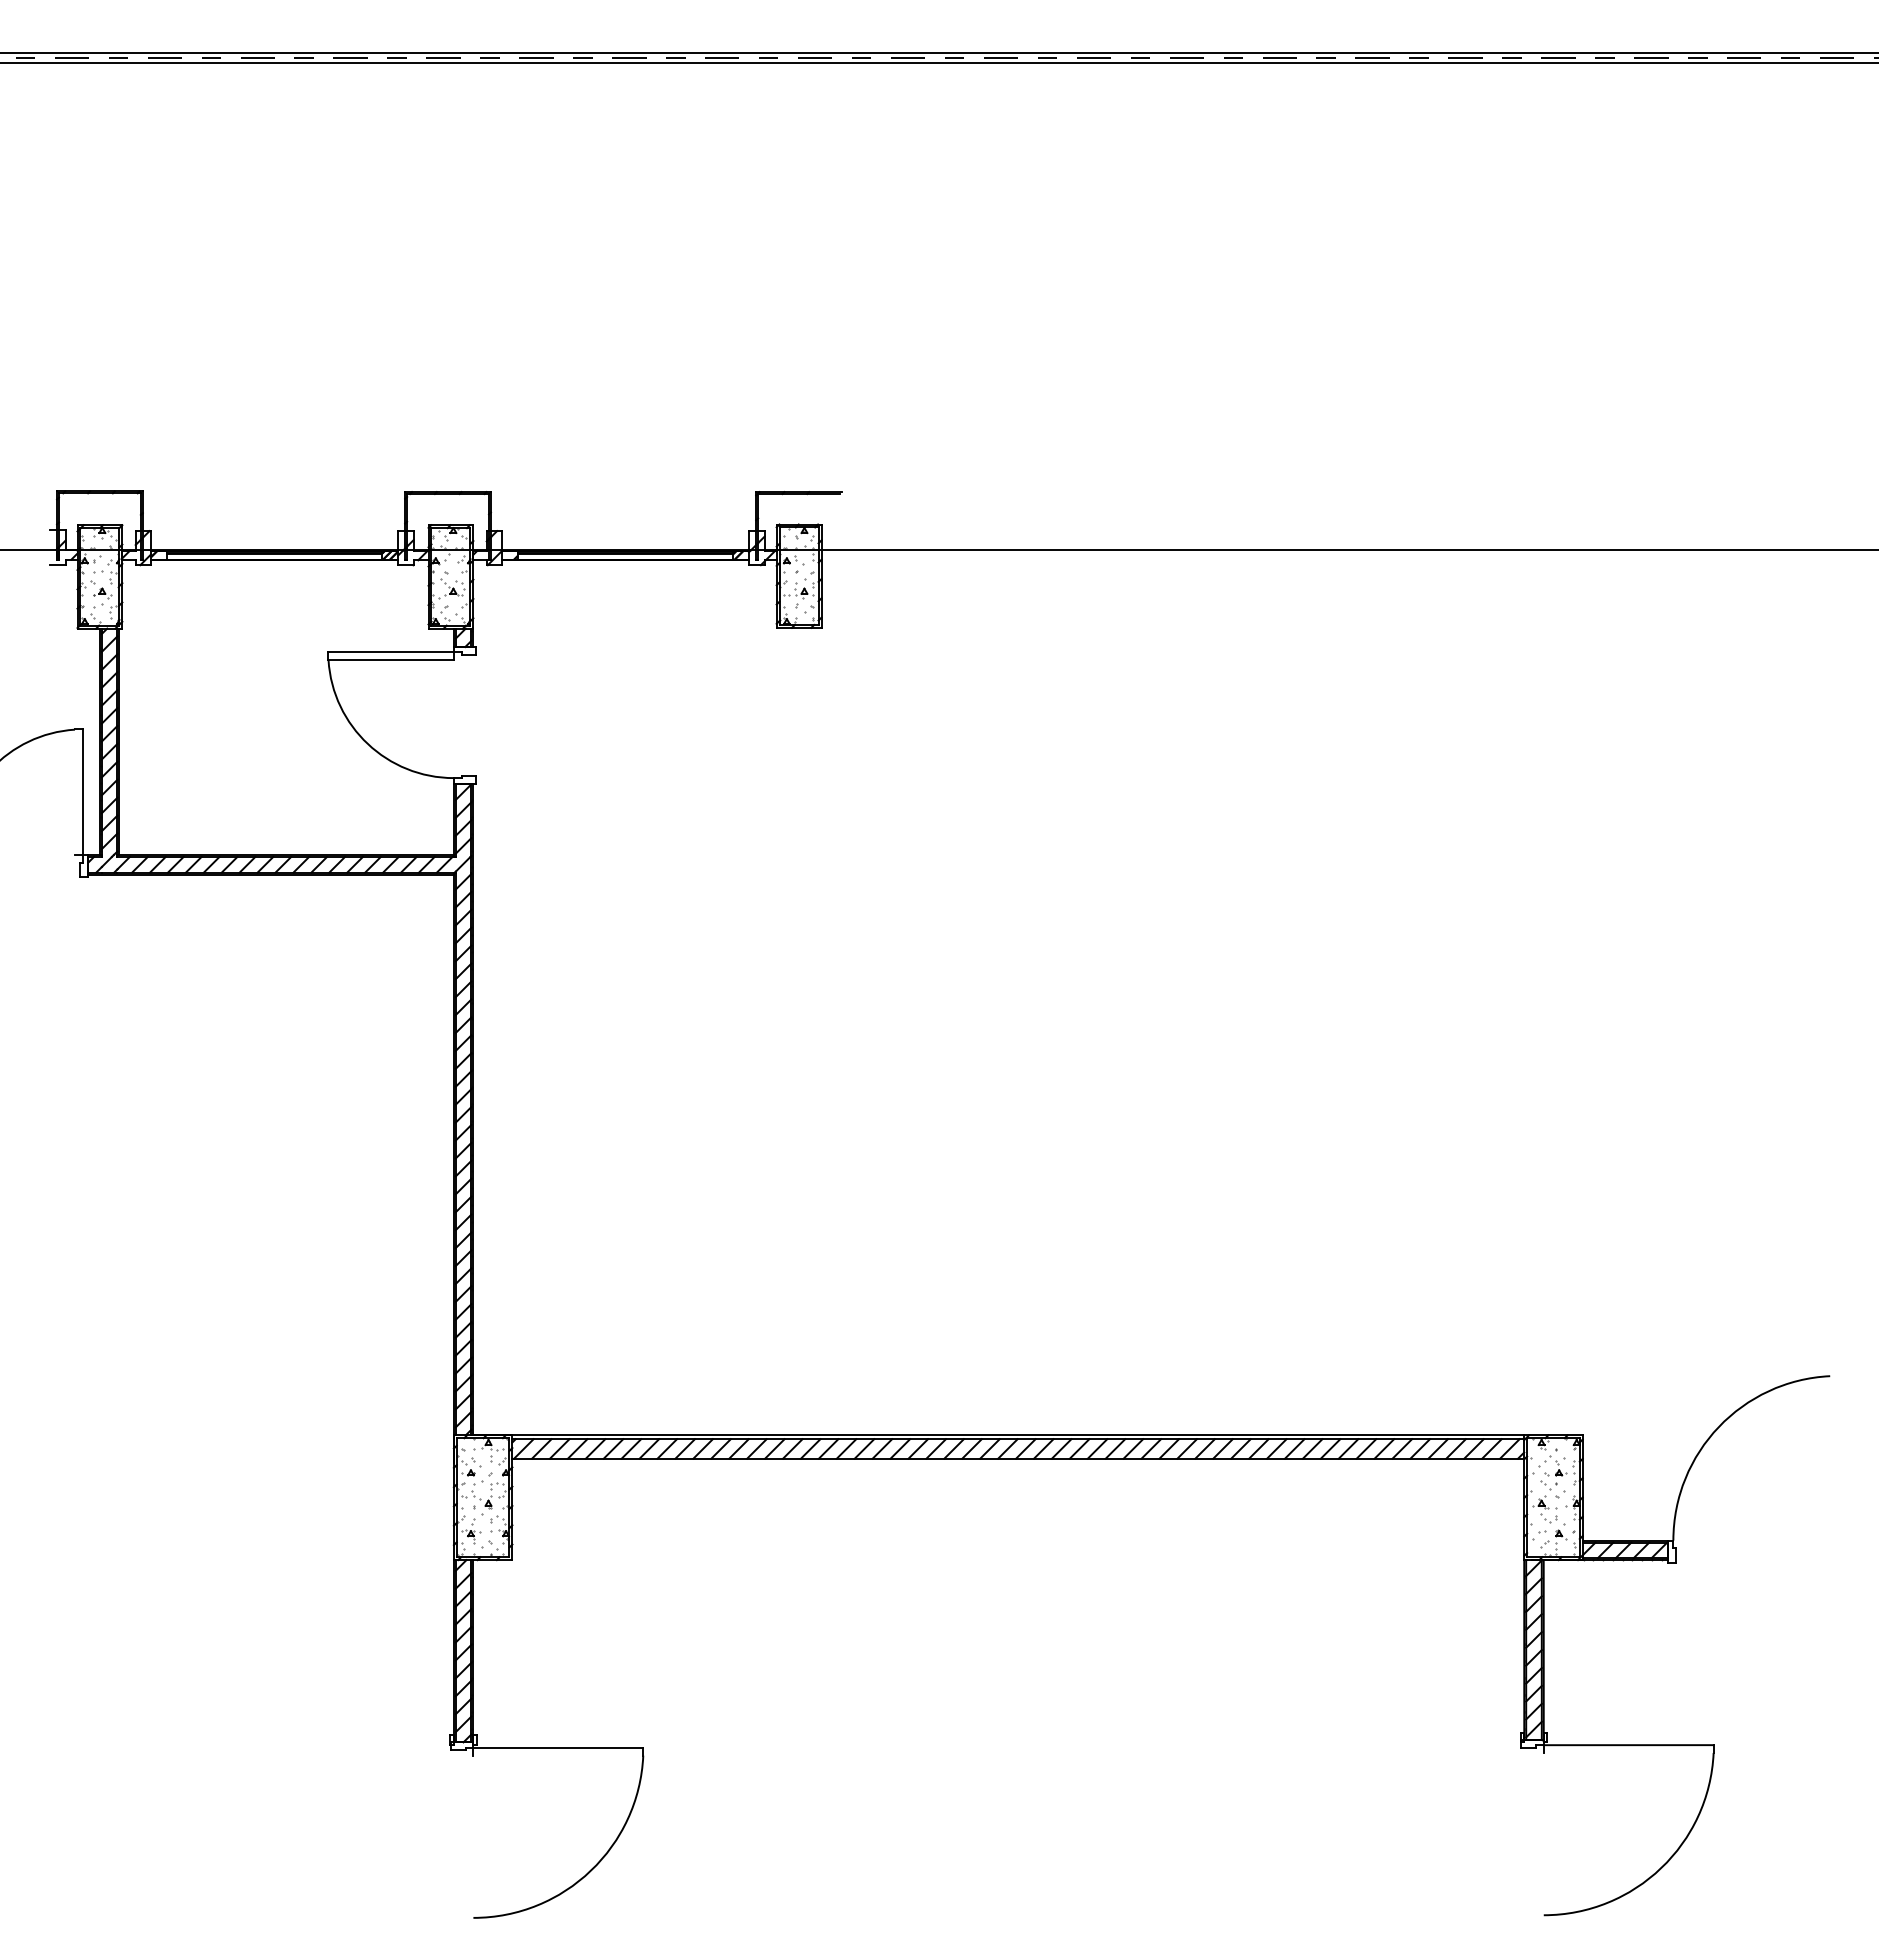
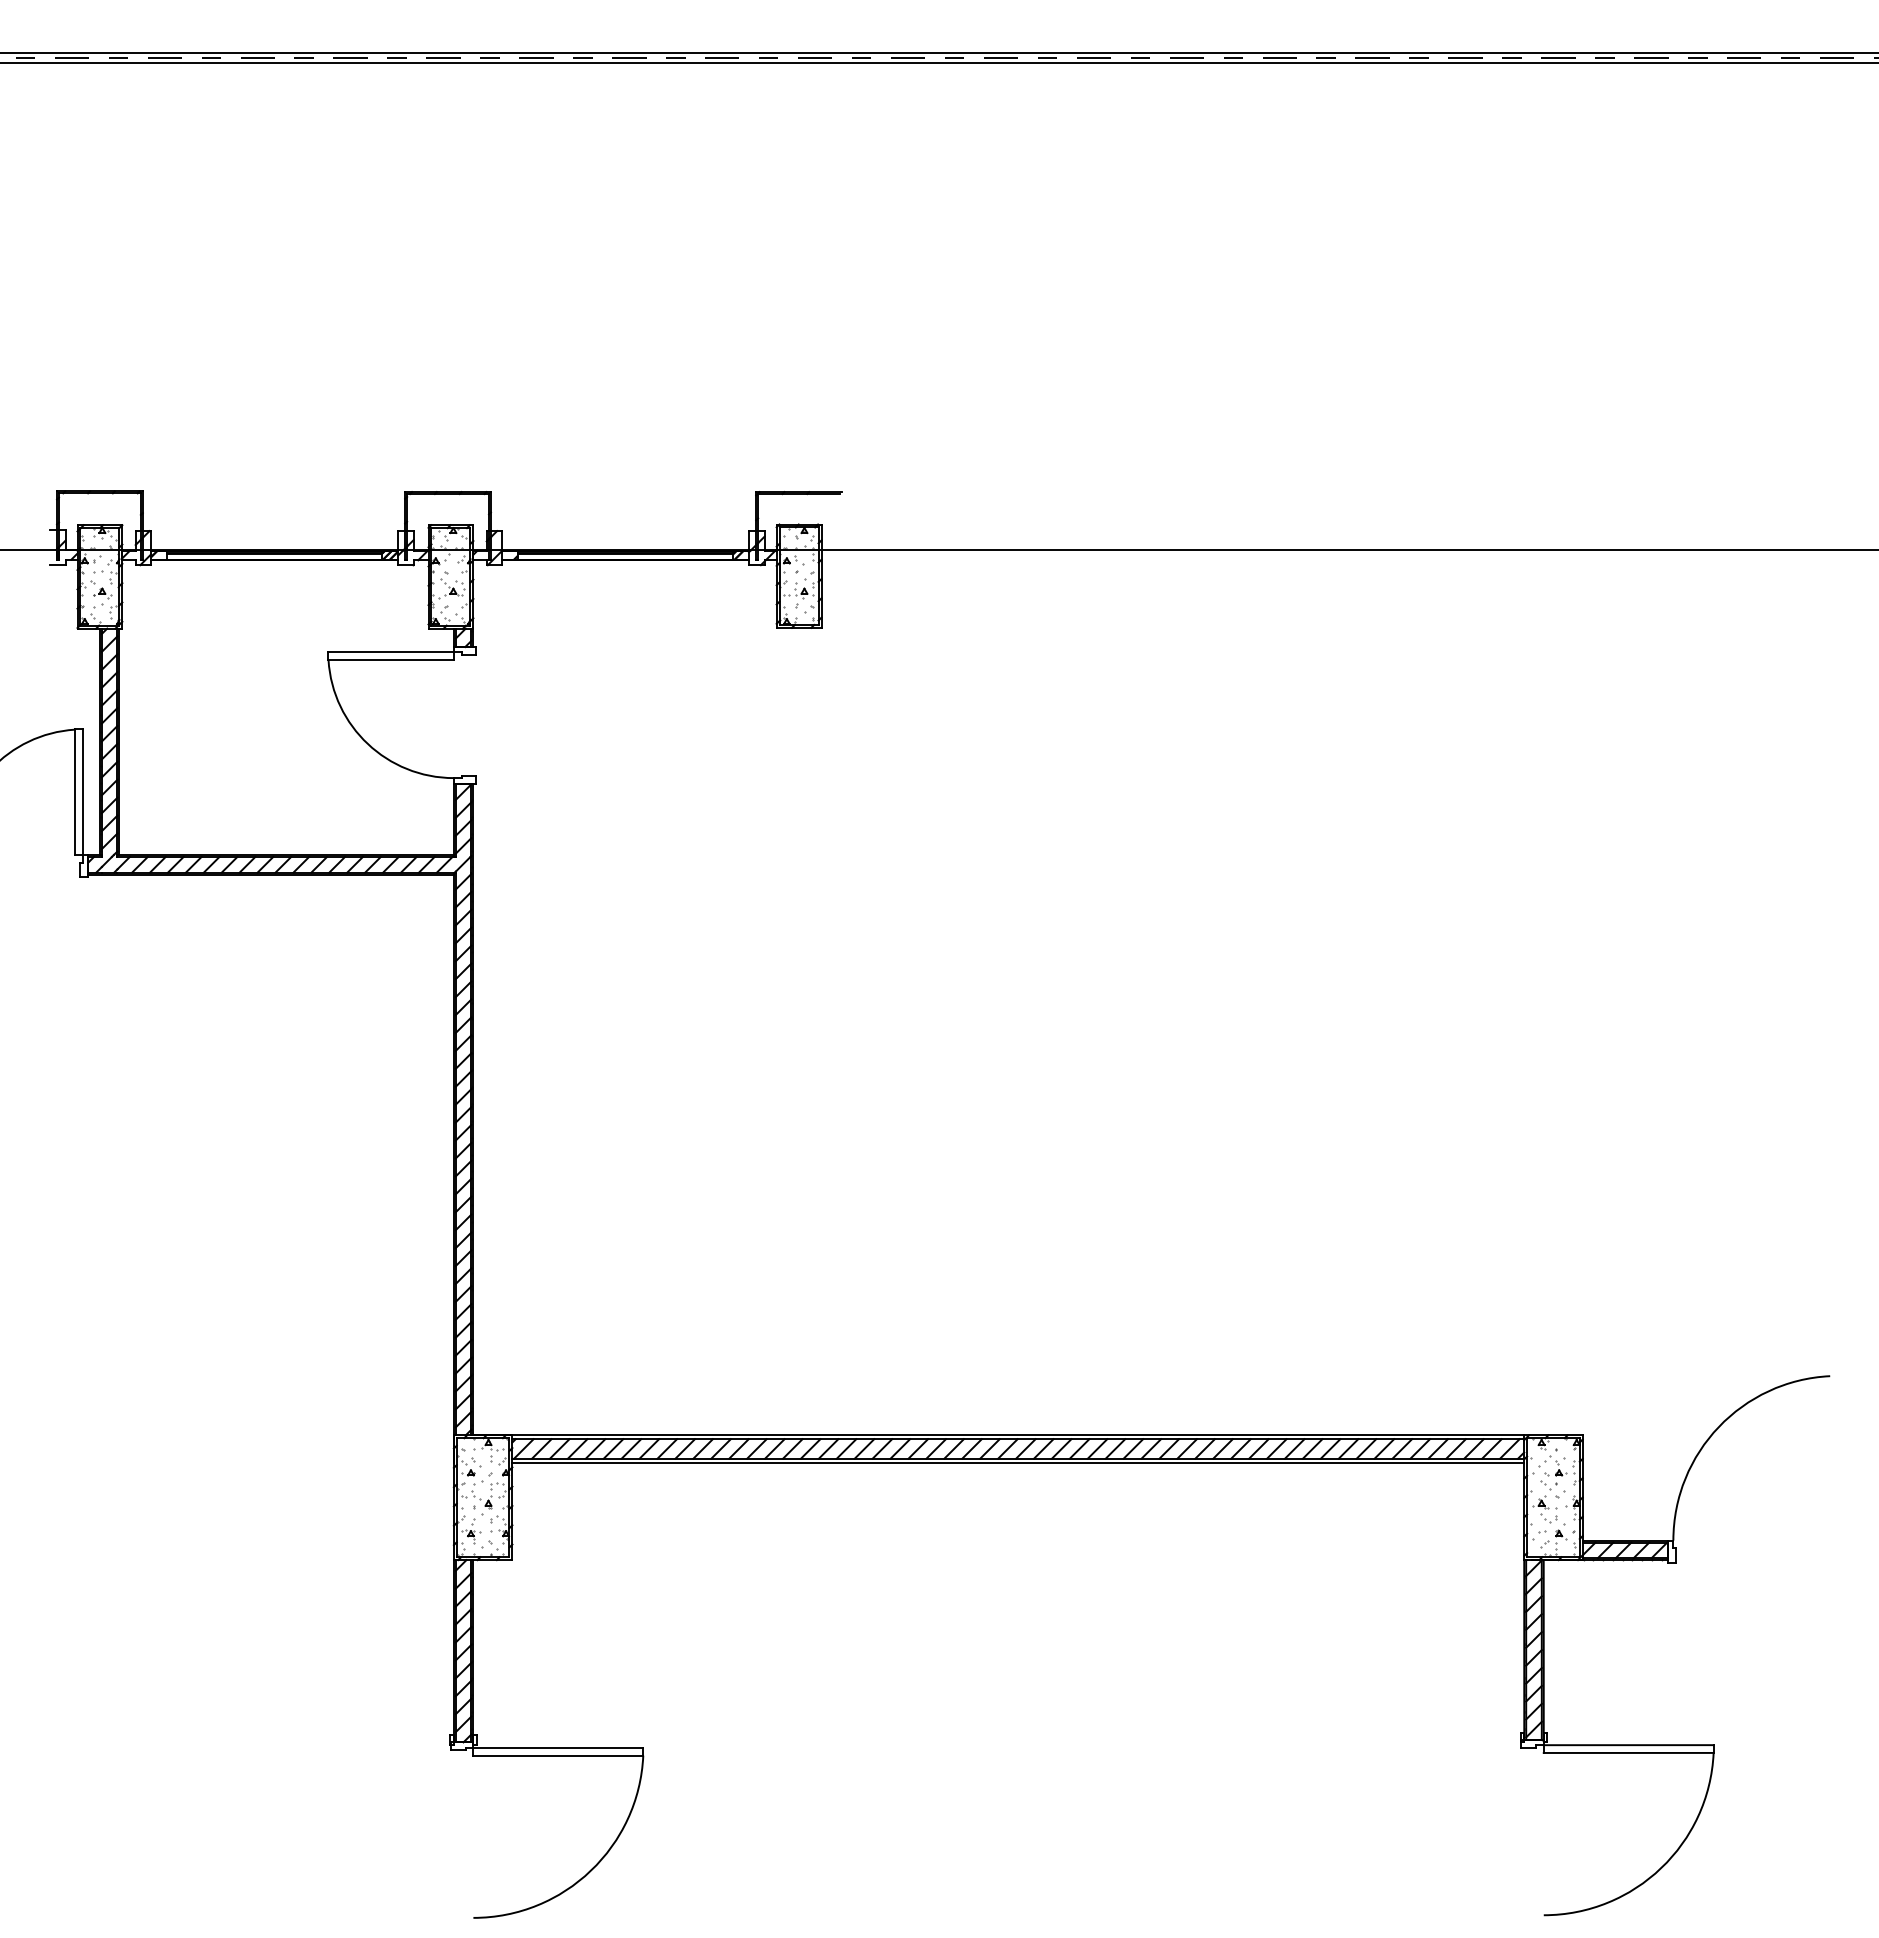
line at (74, 792): none -> present
line at (1018, 1462): none -> present
line at (1628, 1752): none -> present
line at (558, 1755): none -> present
